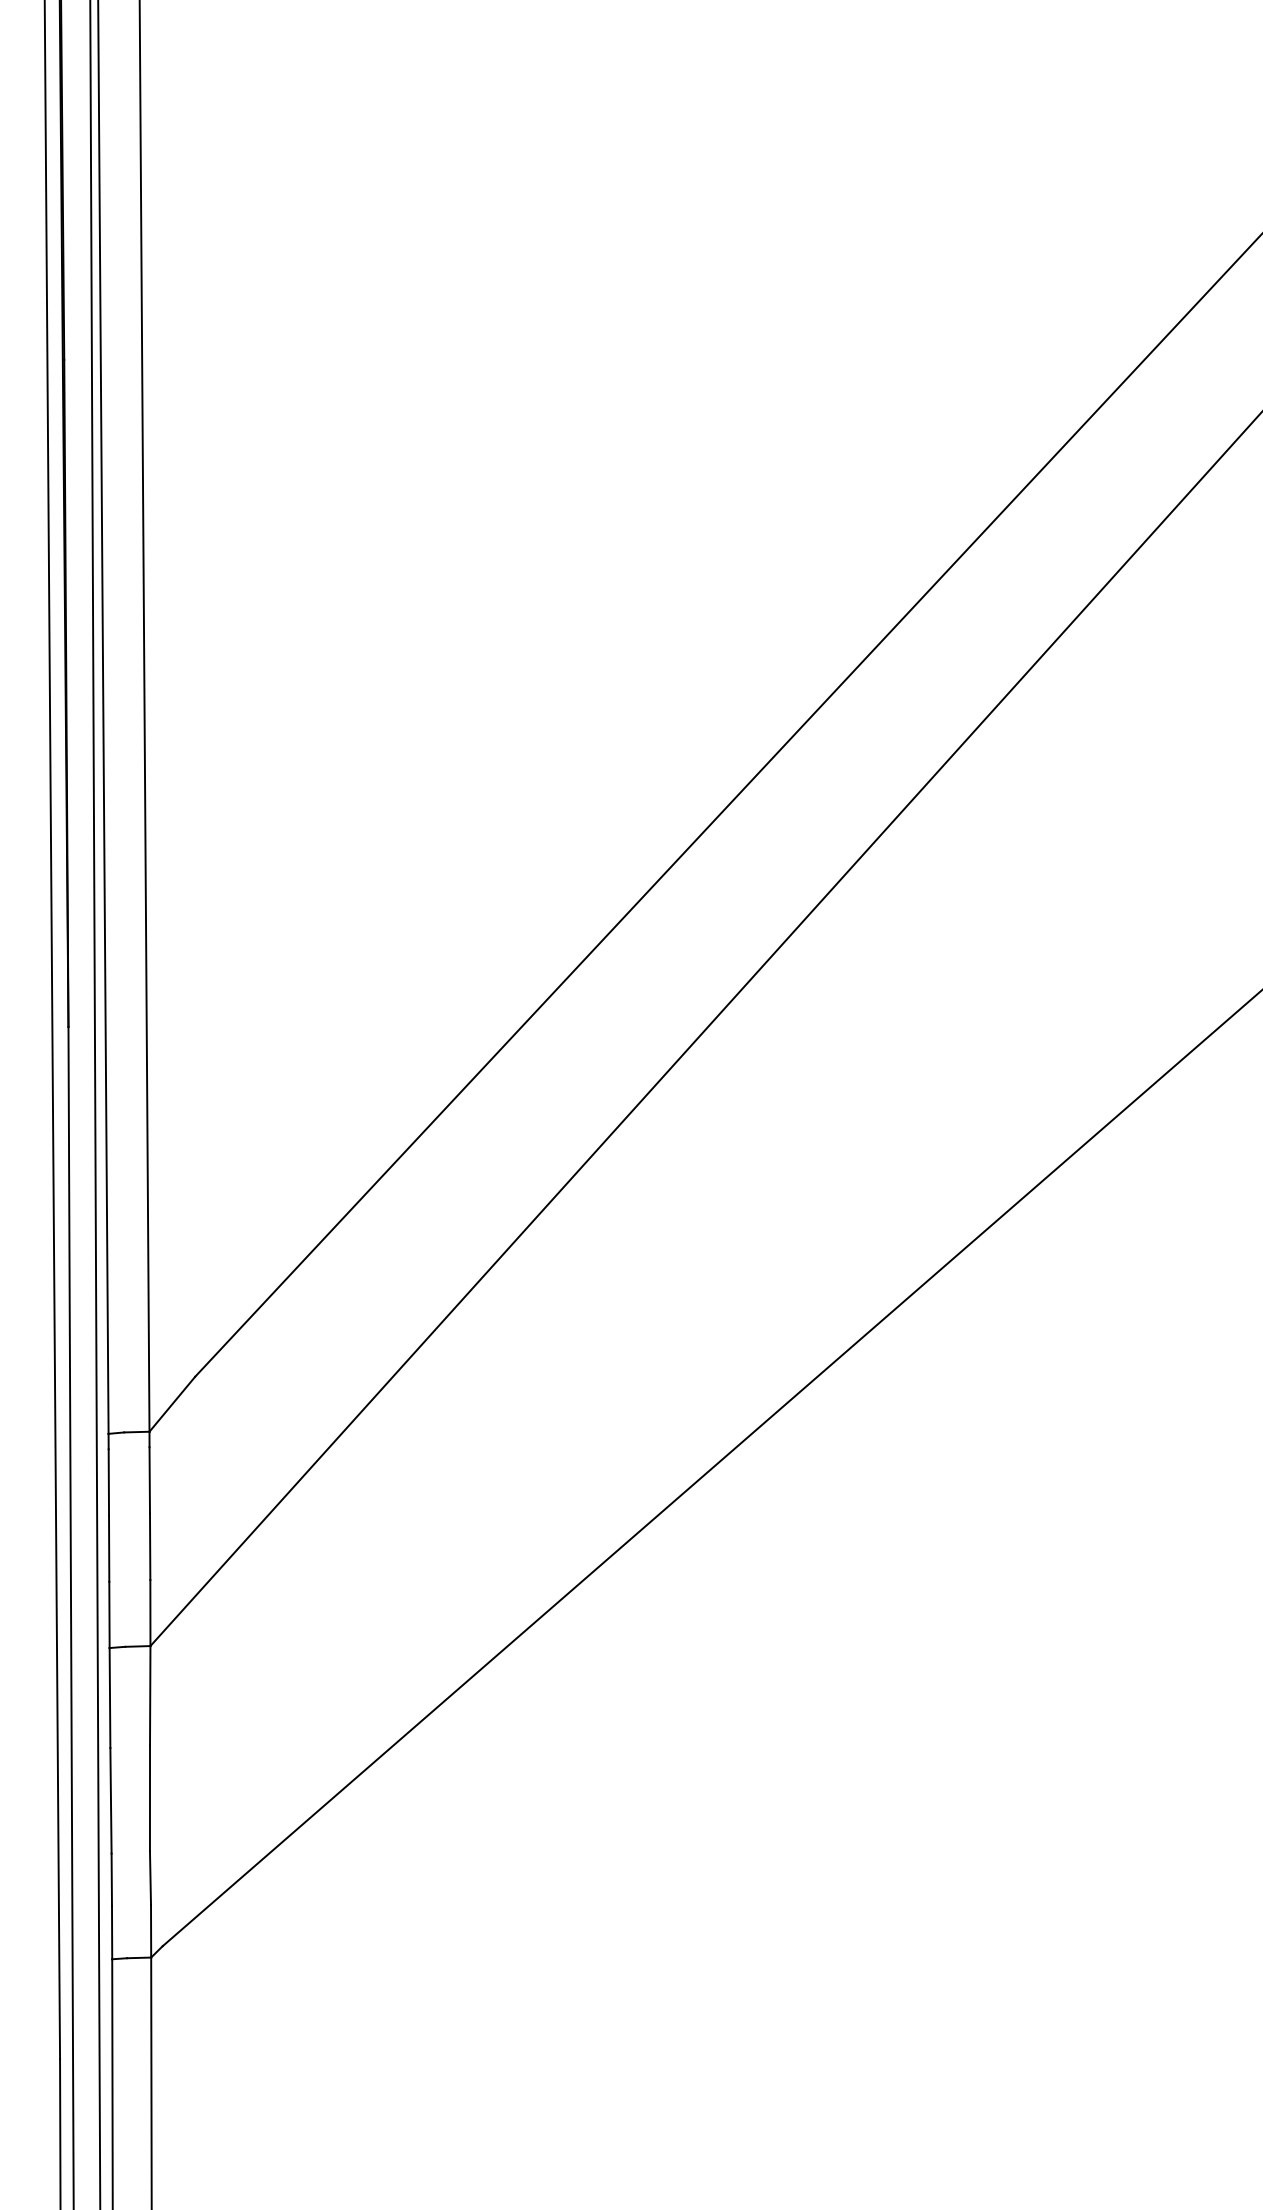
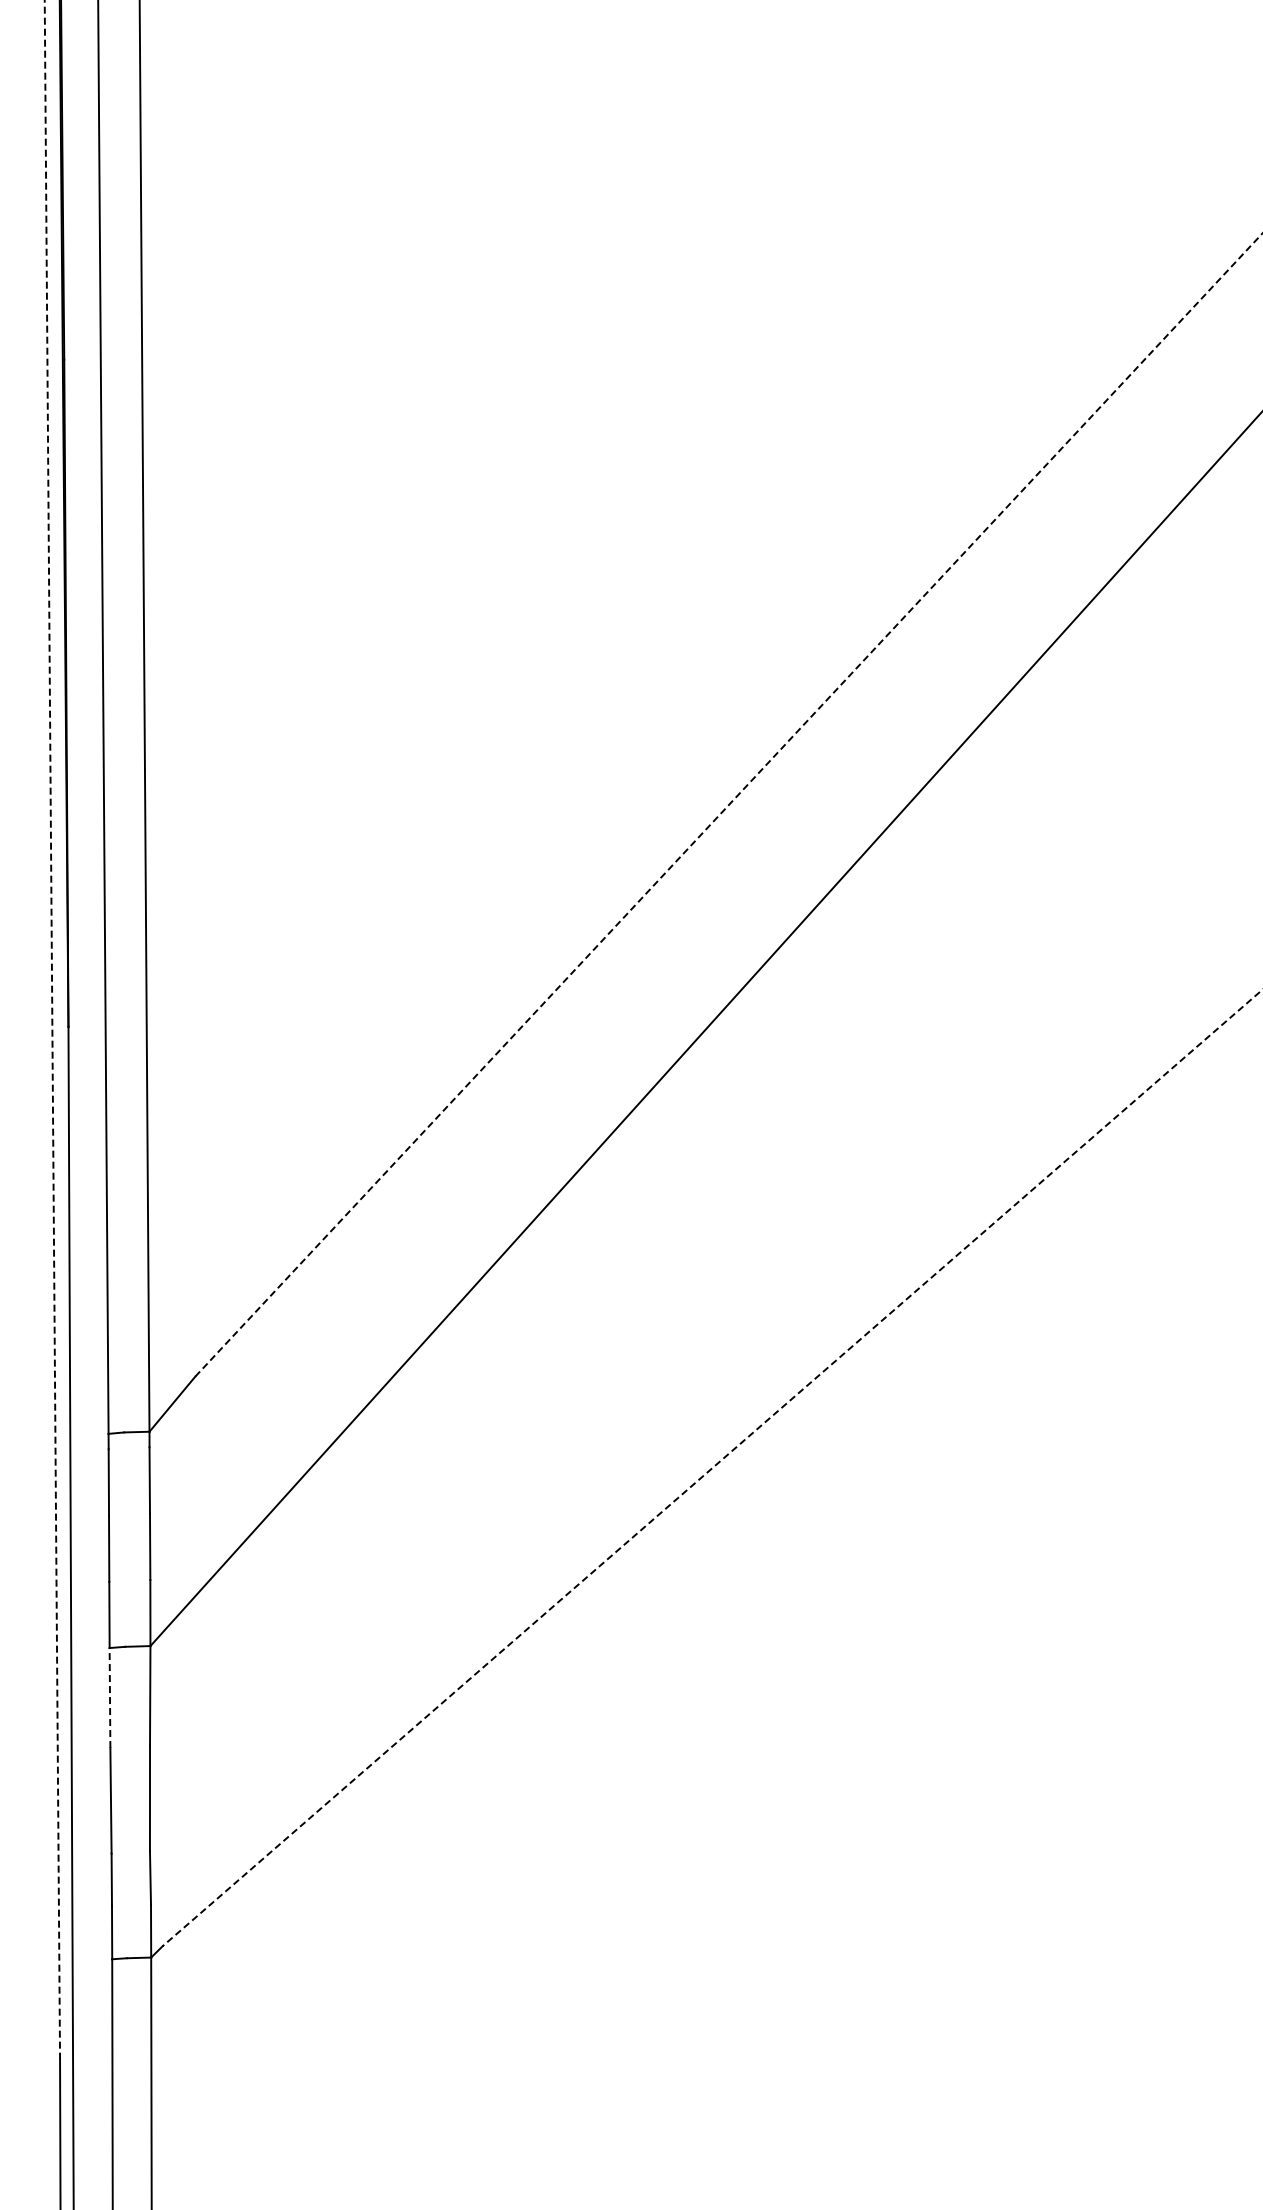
line at (728, 805): solid -> dashed
line at (52, 1030): solid -> dashed
line at (95, 1104): present -> none
line at (712, 1468): solid -> dashed
line at (110, 1697): solid -> dashed
